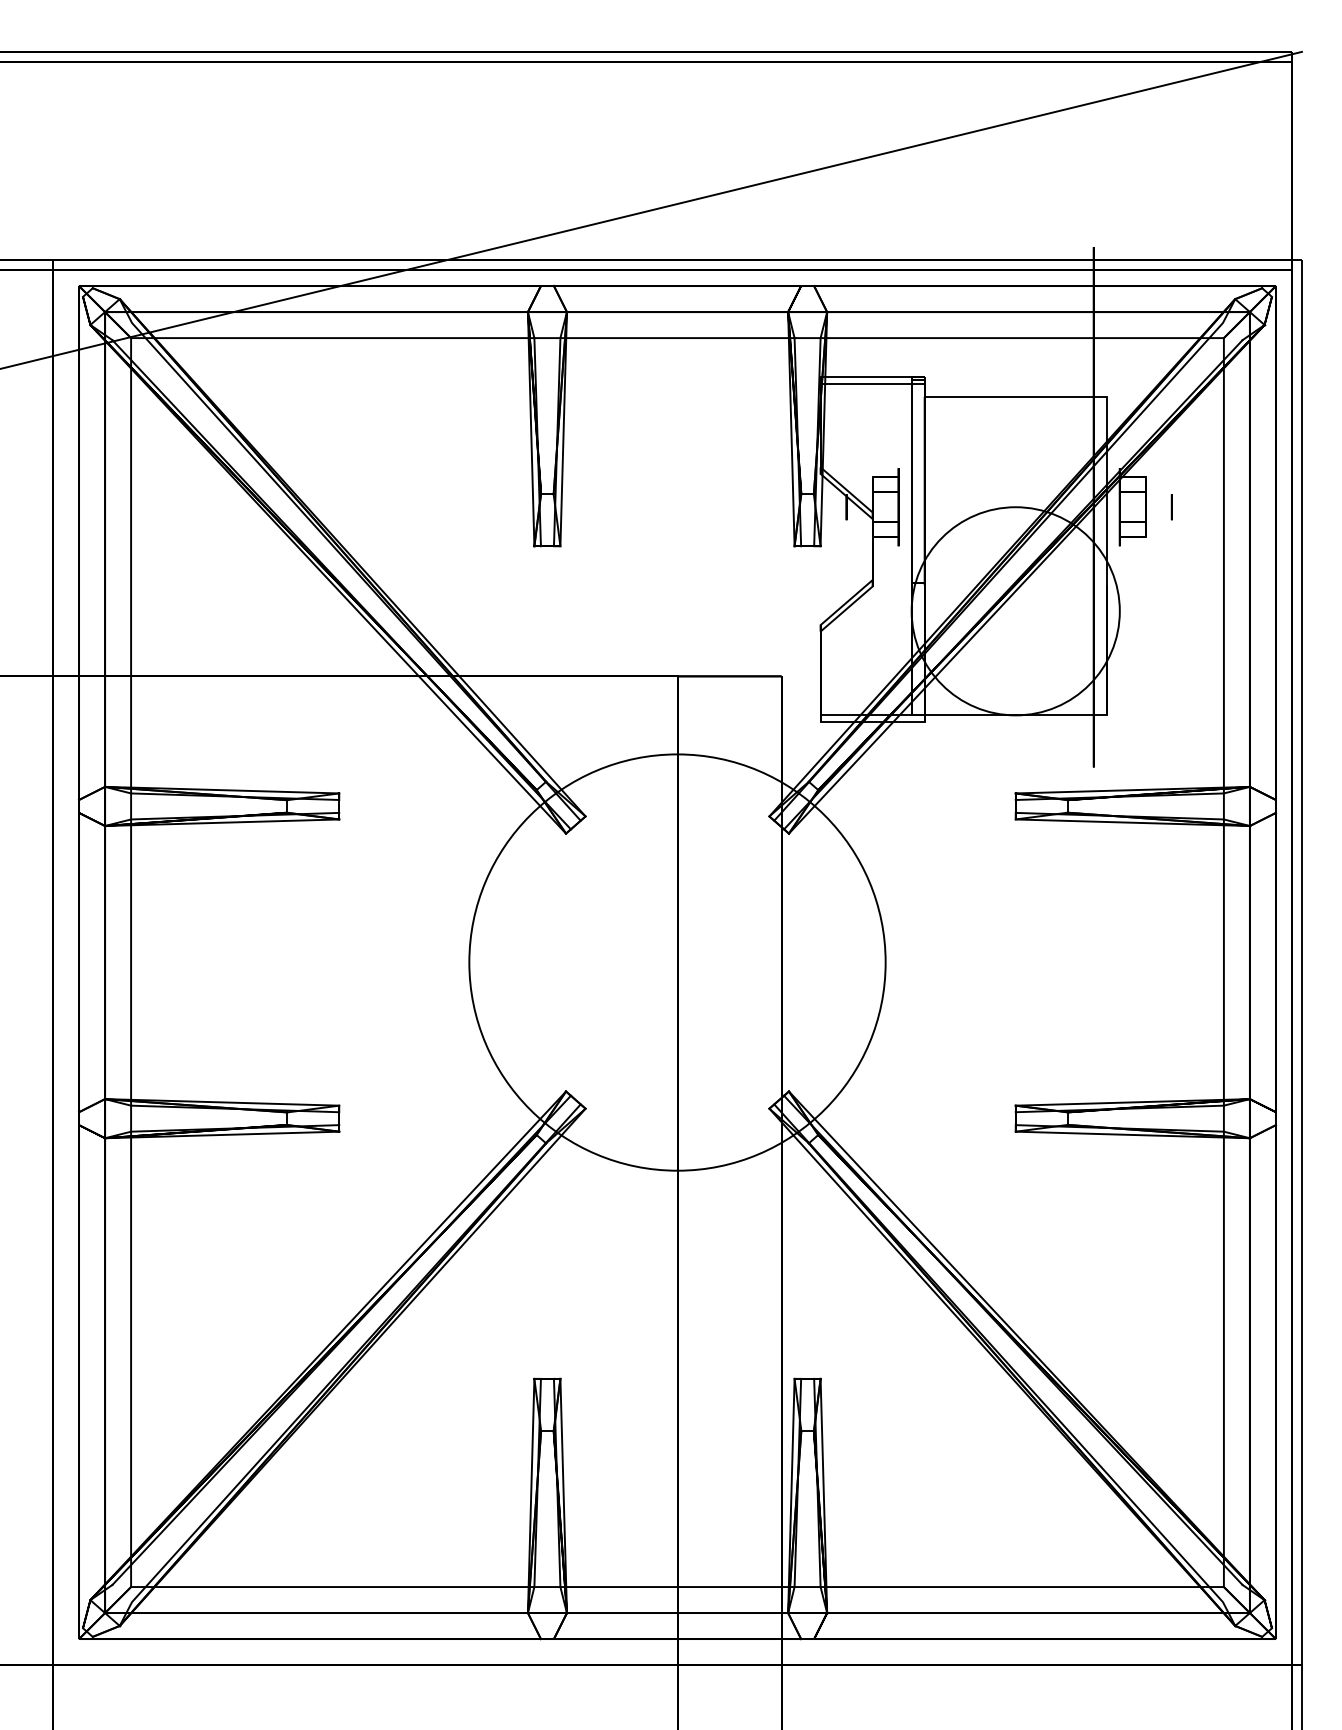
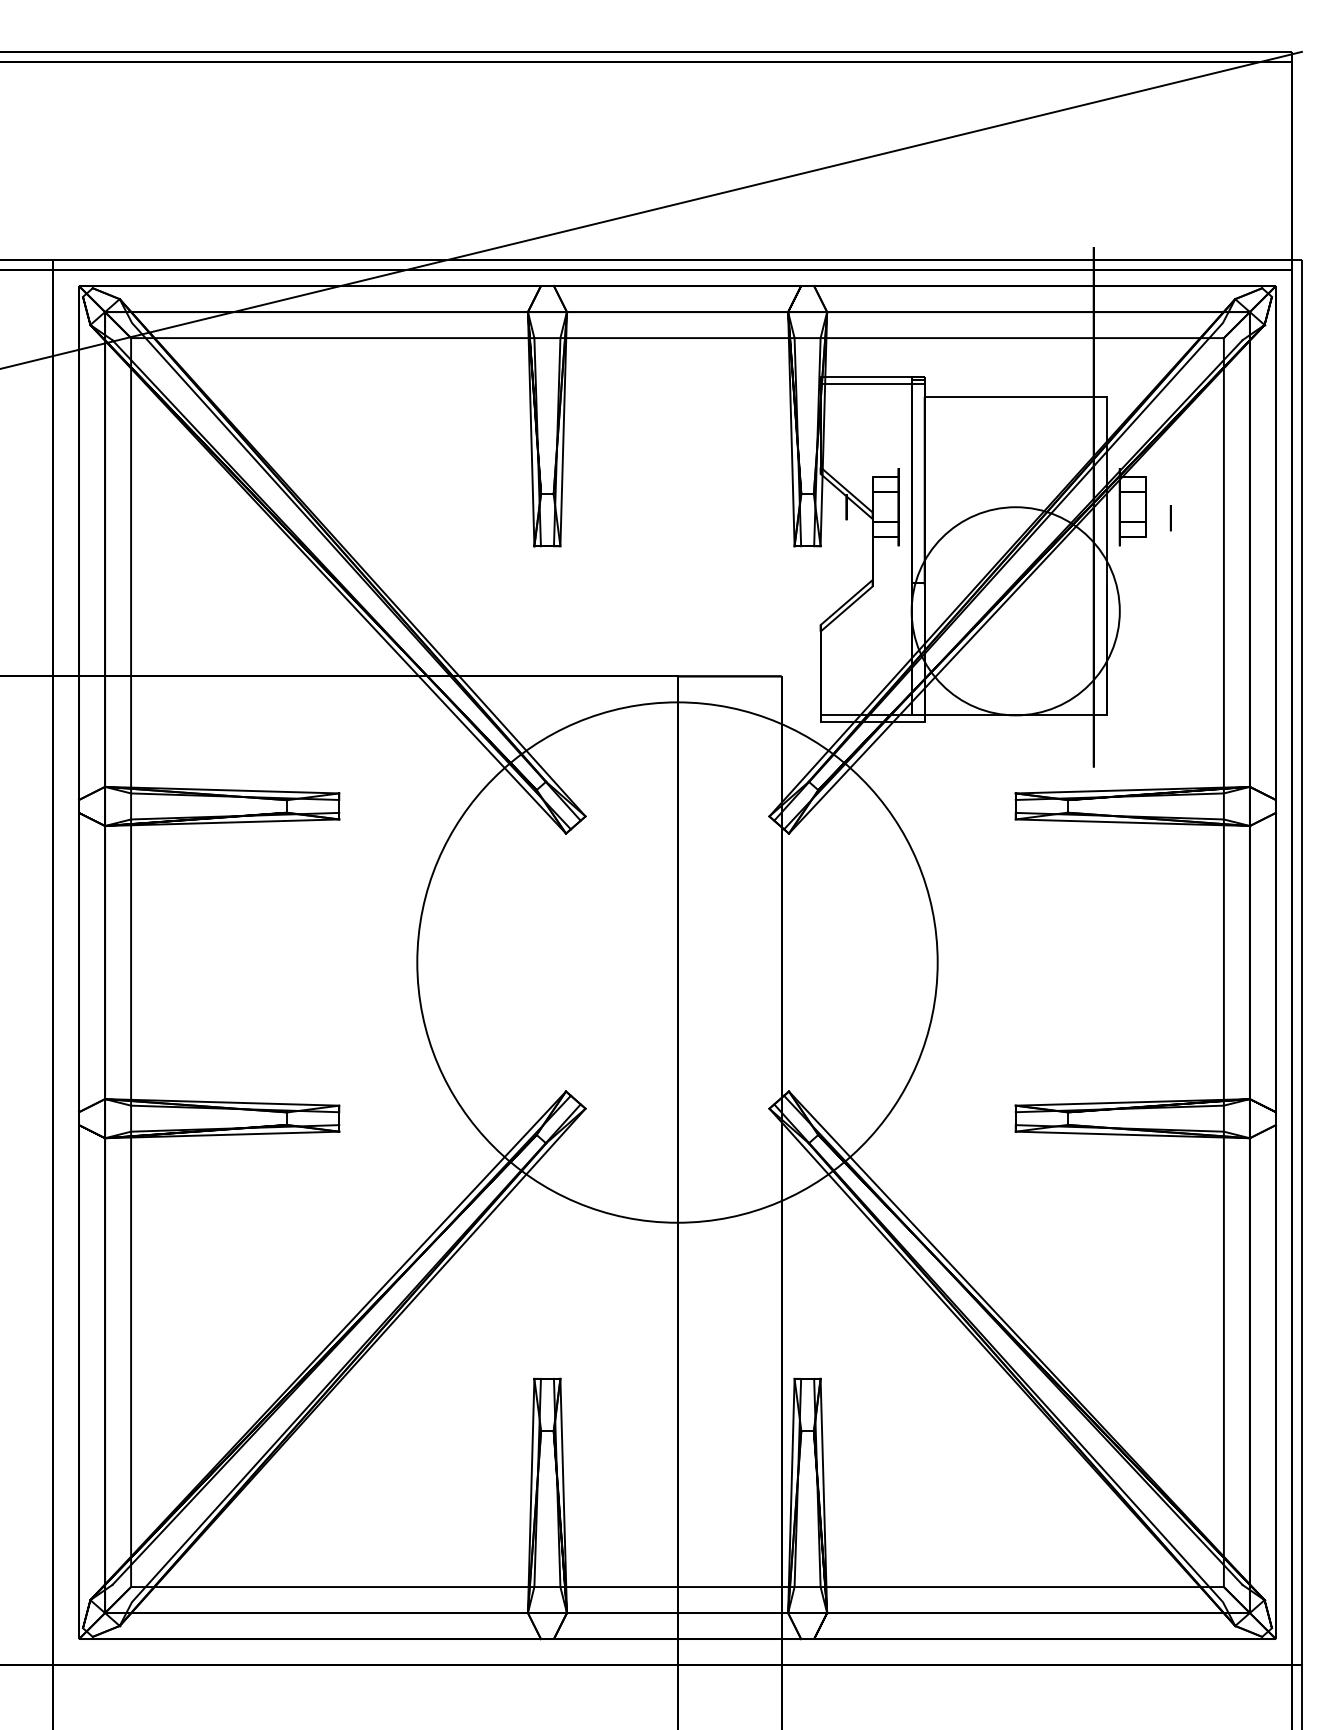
circle at (1171, 507) position: (1171, 507) -> (1170, 518)
circle at (677, 962) diameter: 416 px -> 520 px
